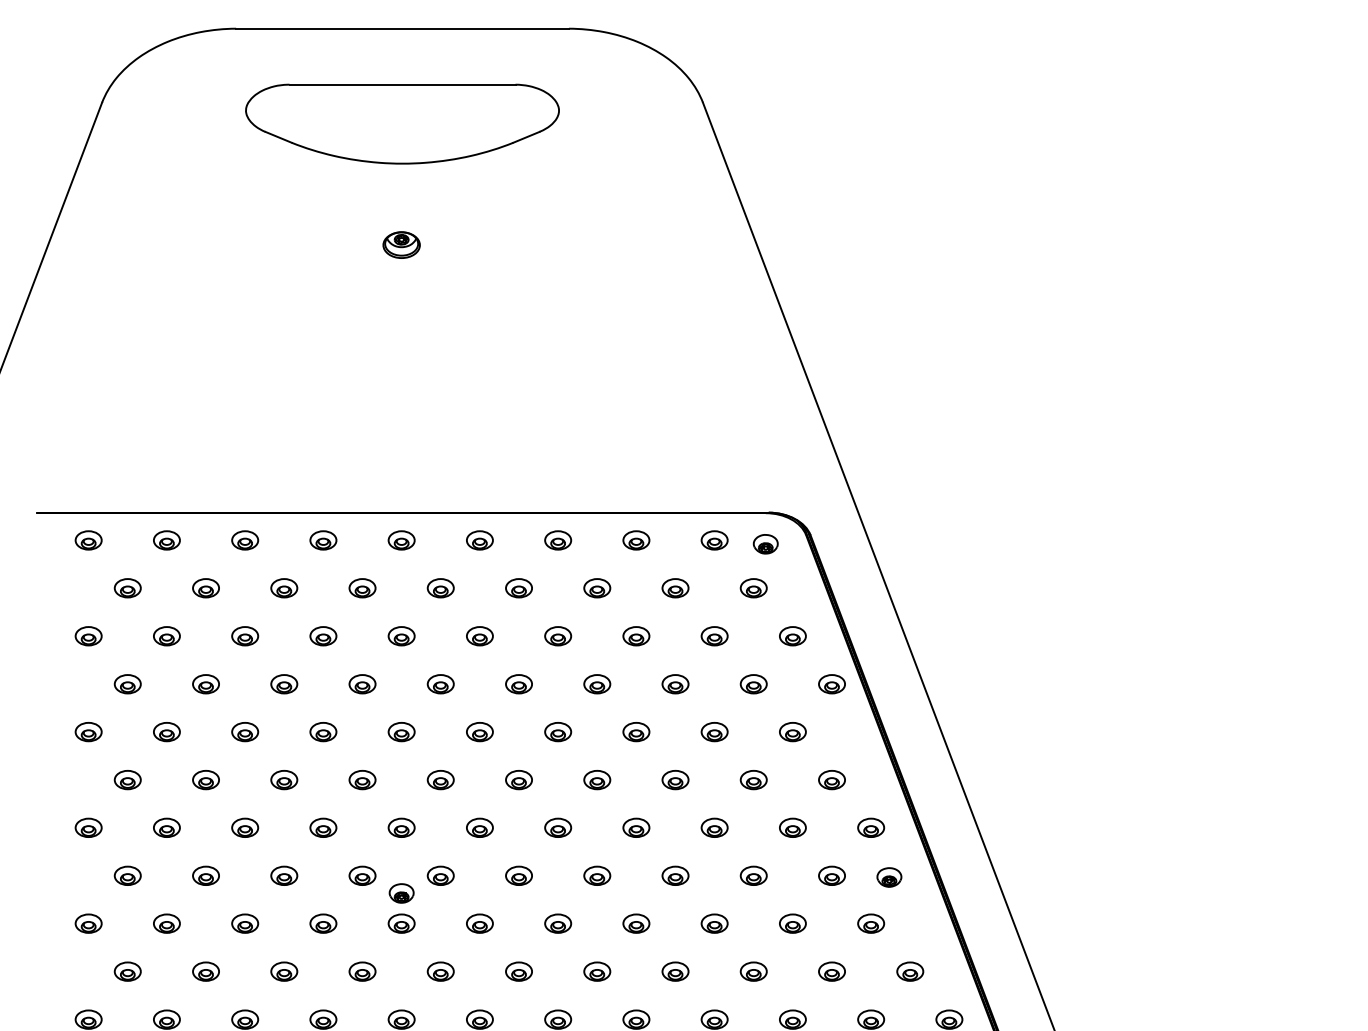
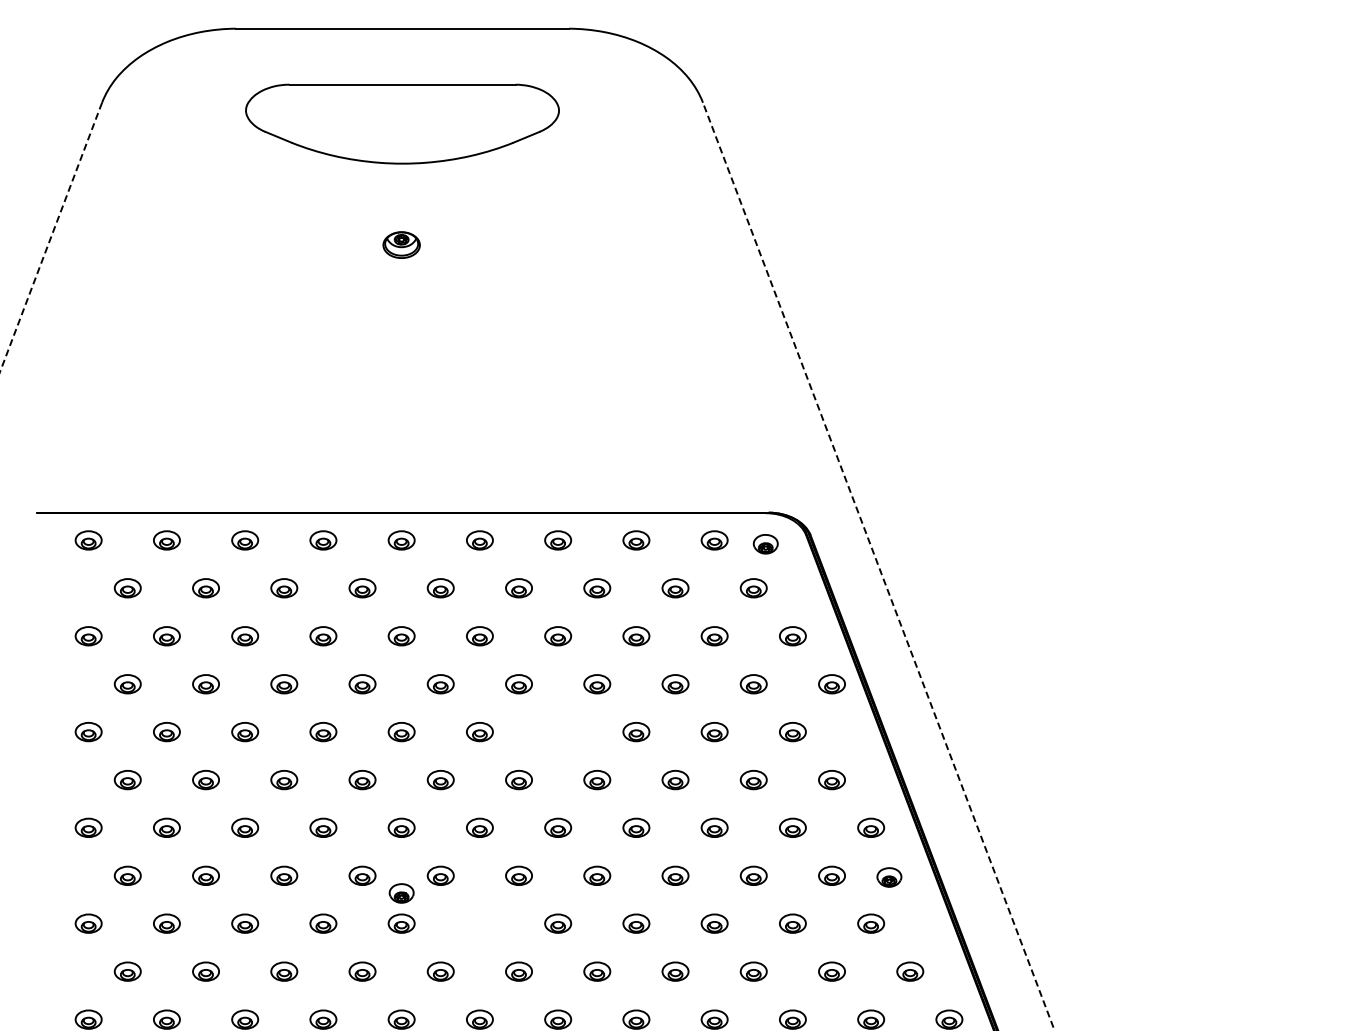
line at (51, 237): solid -> dashed
line at (878, 566): solid -> dashed
part at (558, 732): present -> none
part at (479, 923): present -> none
